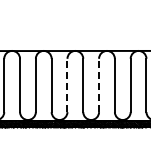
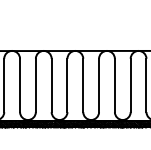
line at (67, 85): dashed -> solid
line at (99, 85): dashed -> solid
